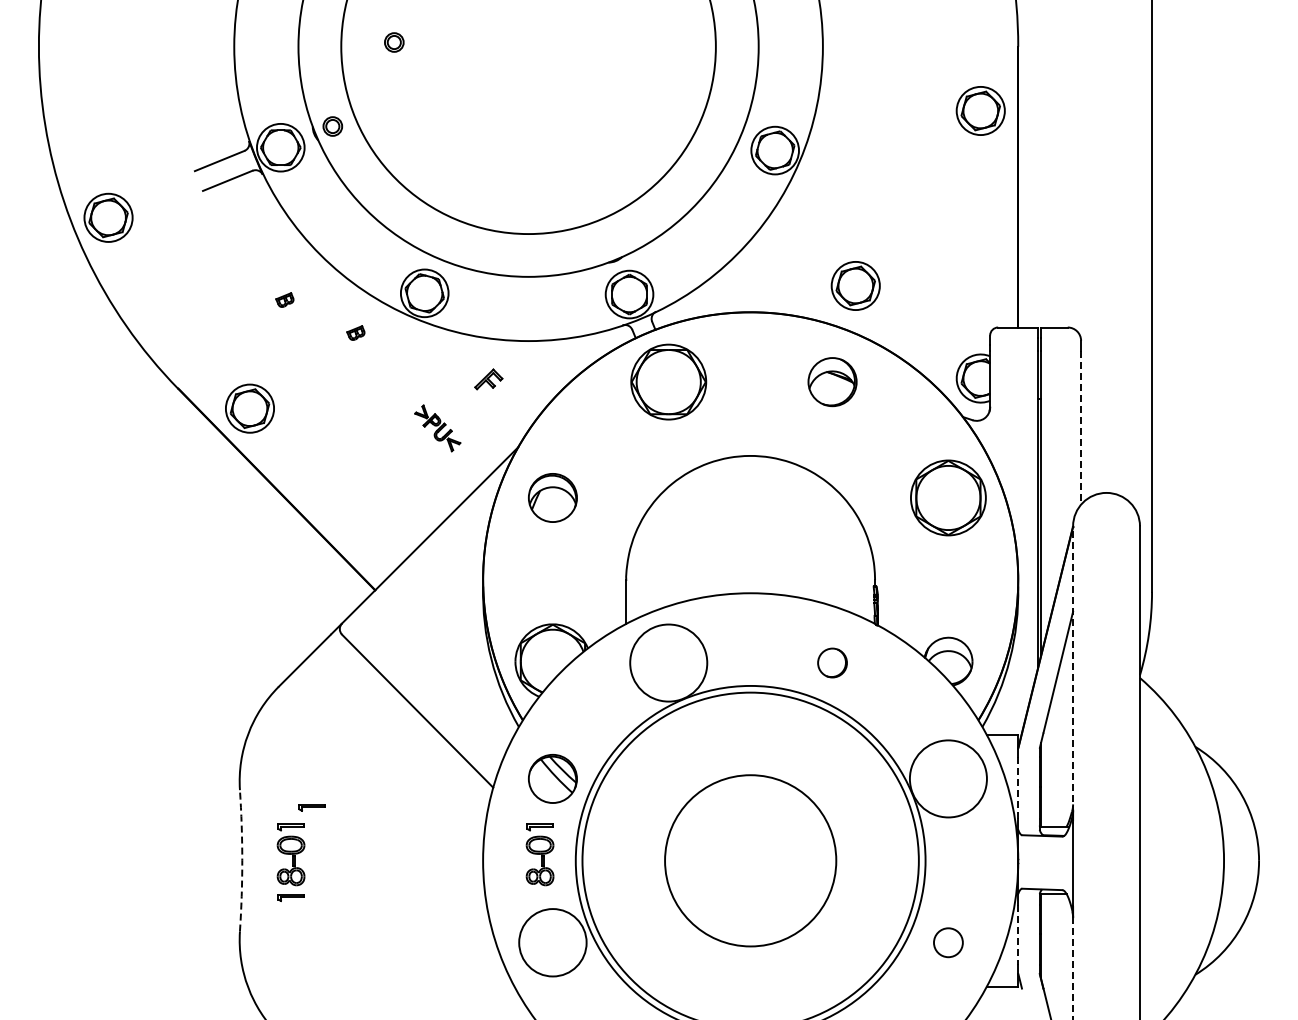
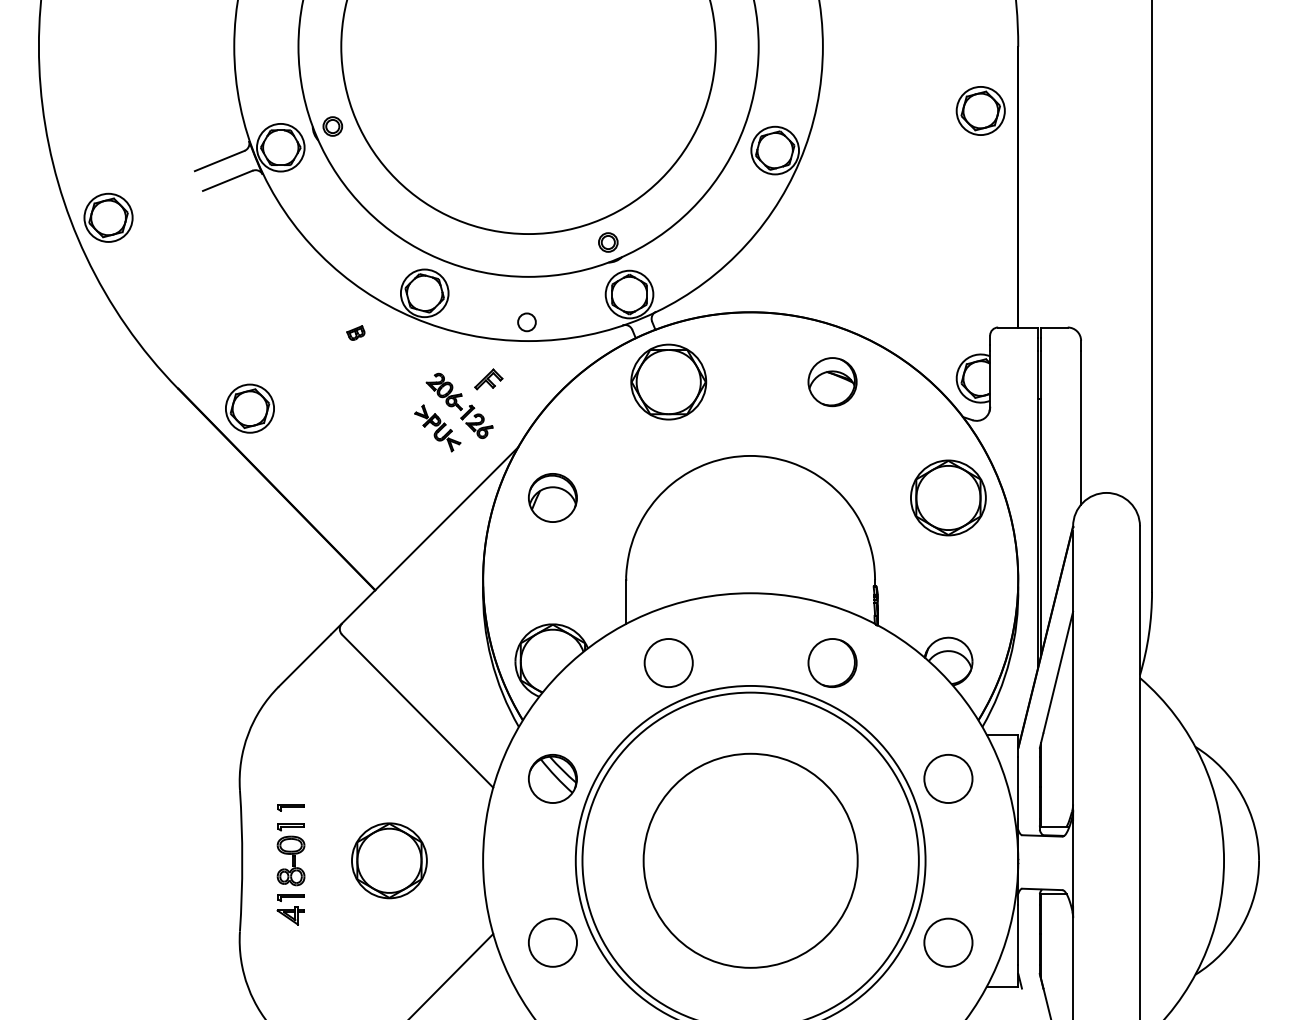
part at (394, 42) position: (394, 42) -> (608, 242)
part at (855, 285): present -> none
part at (284, 299): present -> none
circle at (526, 322): none -> present
part at (459, 405): none -> present
line at (1081, 428): dashed -> solid
circle at (668, 662) diameter: 77 px -> 48 px
circle at (832, 662) size: 31x32 px -> 51x50 px
line at (1073, 671): dashed -> solid
circle at (947, 778) diameter: 77 px -> 48 px
line at (1018, 788): dashed -> solid
part at (311, 807) position: (311, 807) -> (290, 807)
part at (539, 854): present -> none
arc at (242, 860): dashed -> solid
part at (389, 860): none -> present
circle at (750, 860) diameter: 171 px -> 214 px
part at (290, 915): none -> present
line at (1018, 934): dashed -> solid
circle at (552, 942) diameter: 67 px -> 48 px
circle at (947, 942) diameter: 29 px -> 48 px
line at (1073, 968): dashed -> solid
line at (452, 974): none -> present
